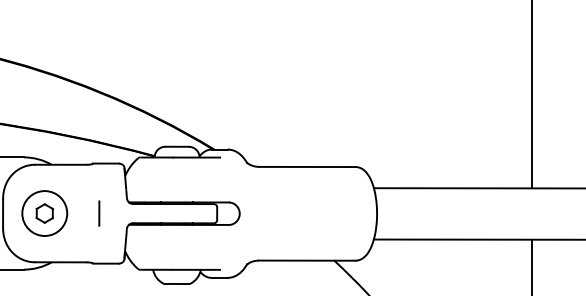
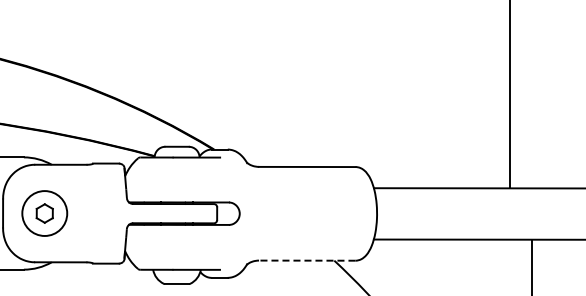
line at (532, 95) position: (532, 95) -> (510, 95)
line at (99, 213): present -> none
line at (306, 260): solid -> dashed
